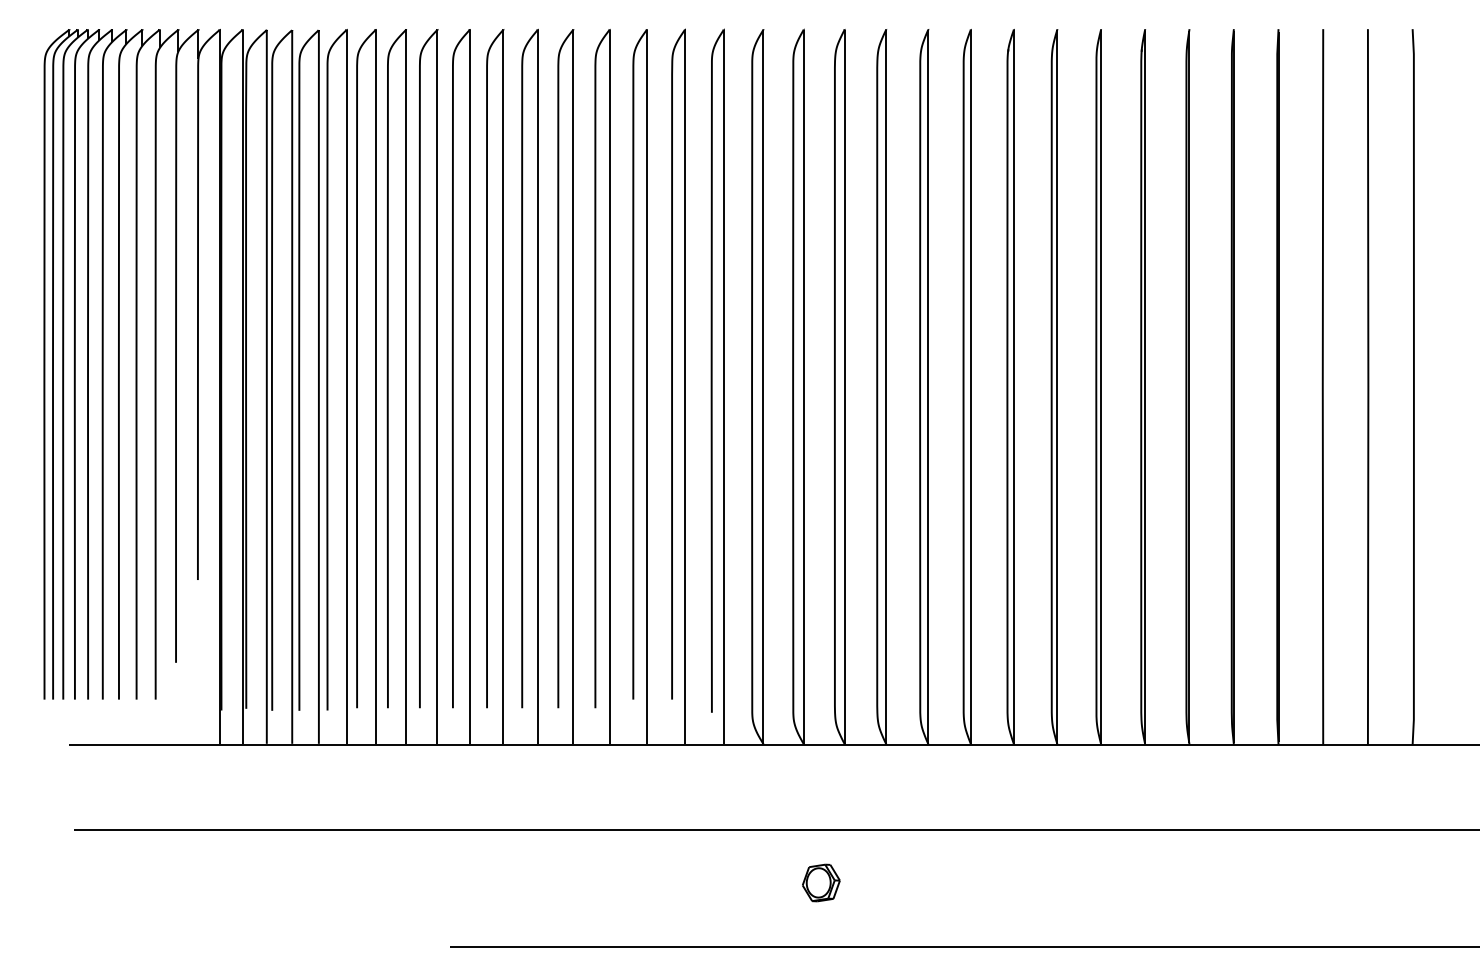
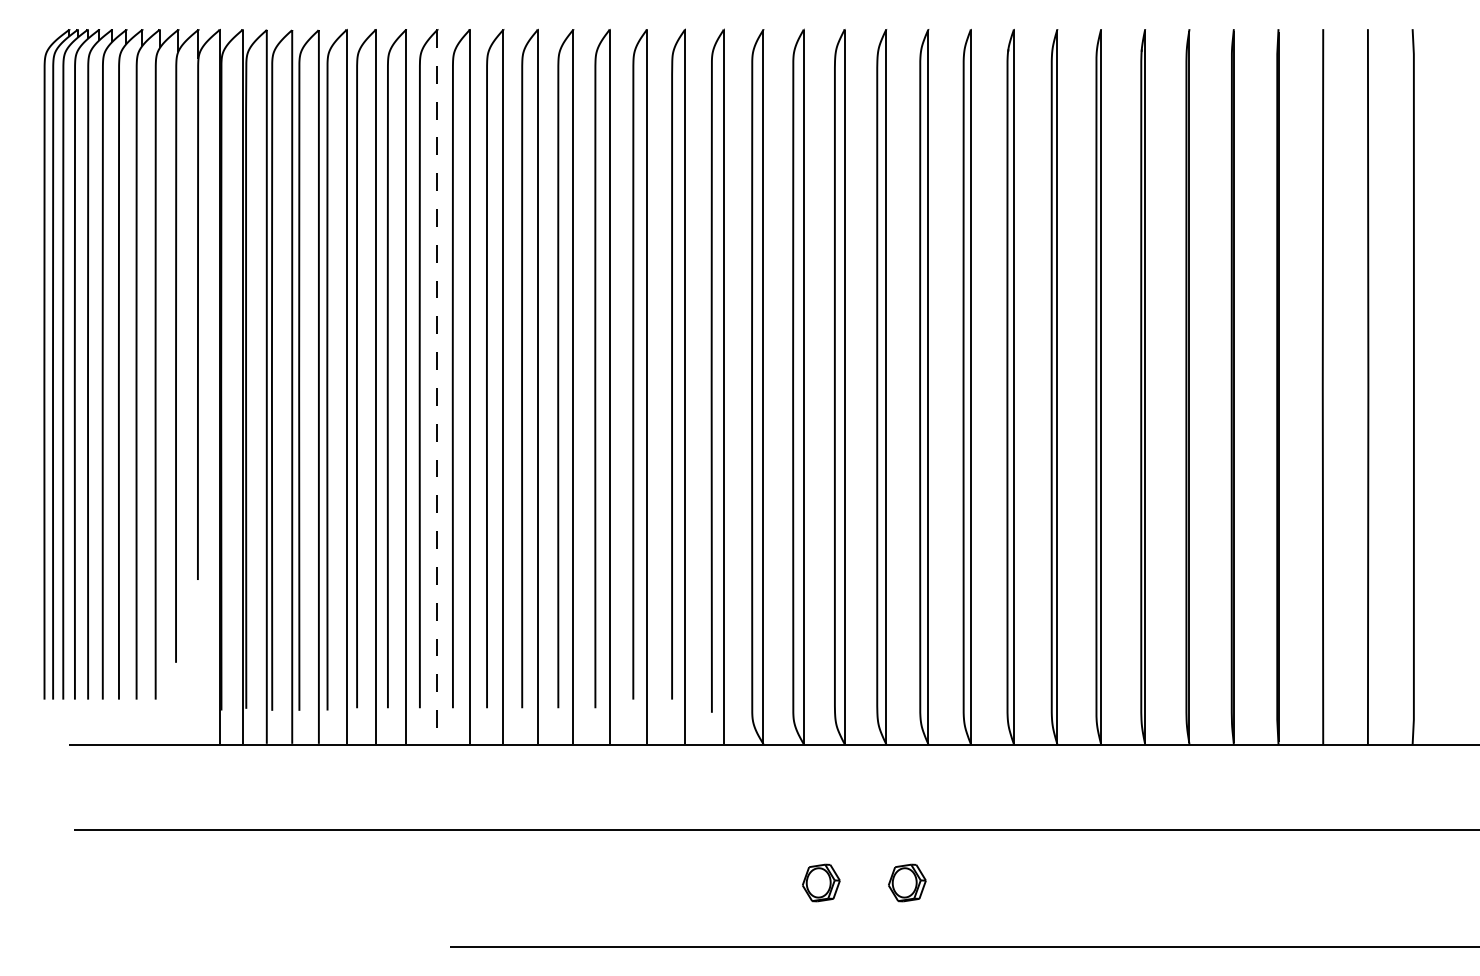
line at (437, 386): solid -> dashed
part at (907, 882): none -> present
